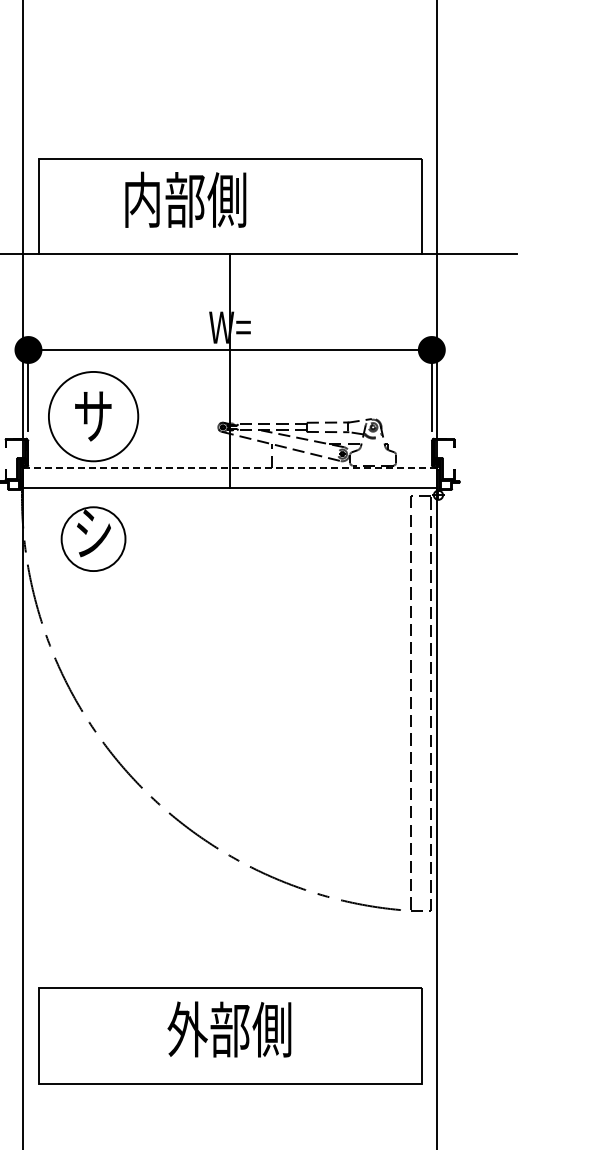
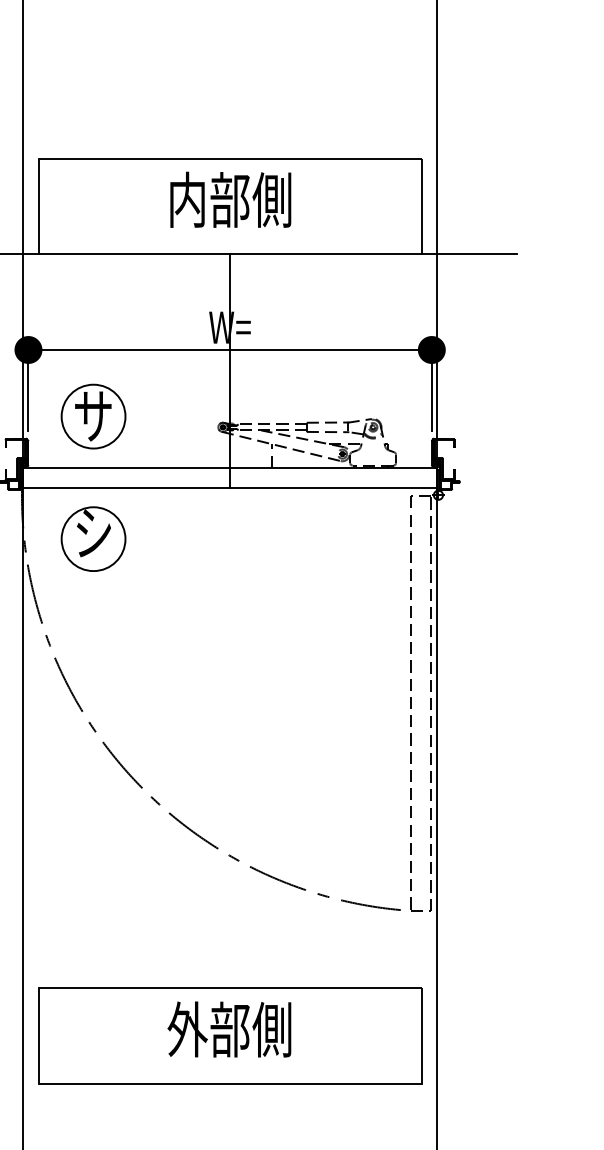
text at (185, 199) position: (185, 199) -> (230, 199)
circle at (93, 416) diameter: 89 px -> 64 px
line at (229, 467): dashed -> solid
